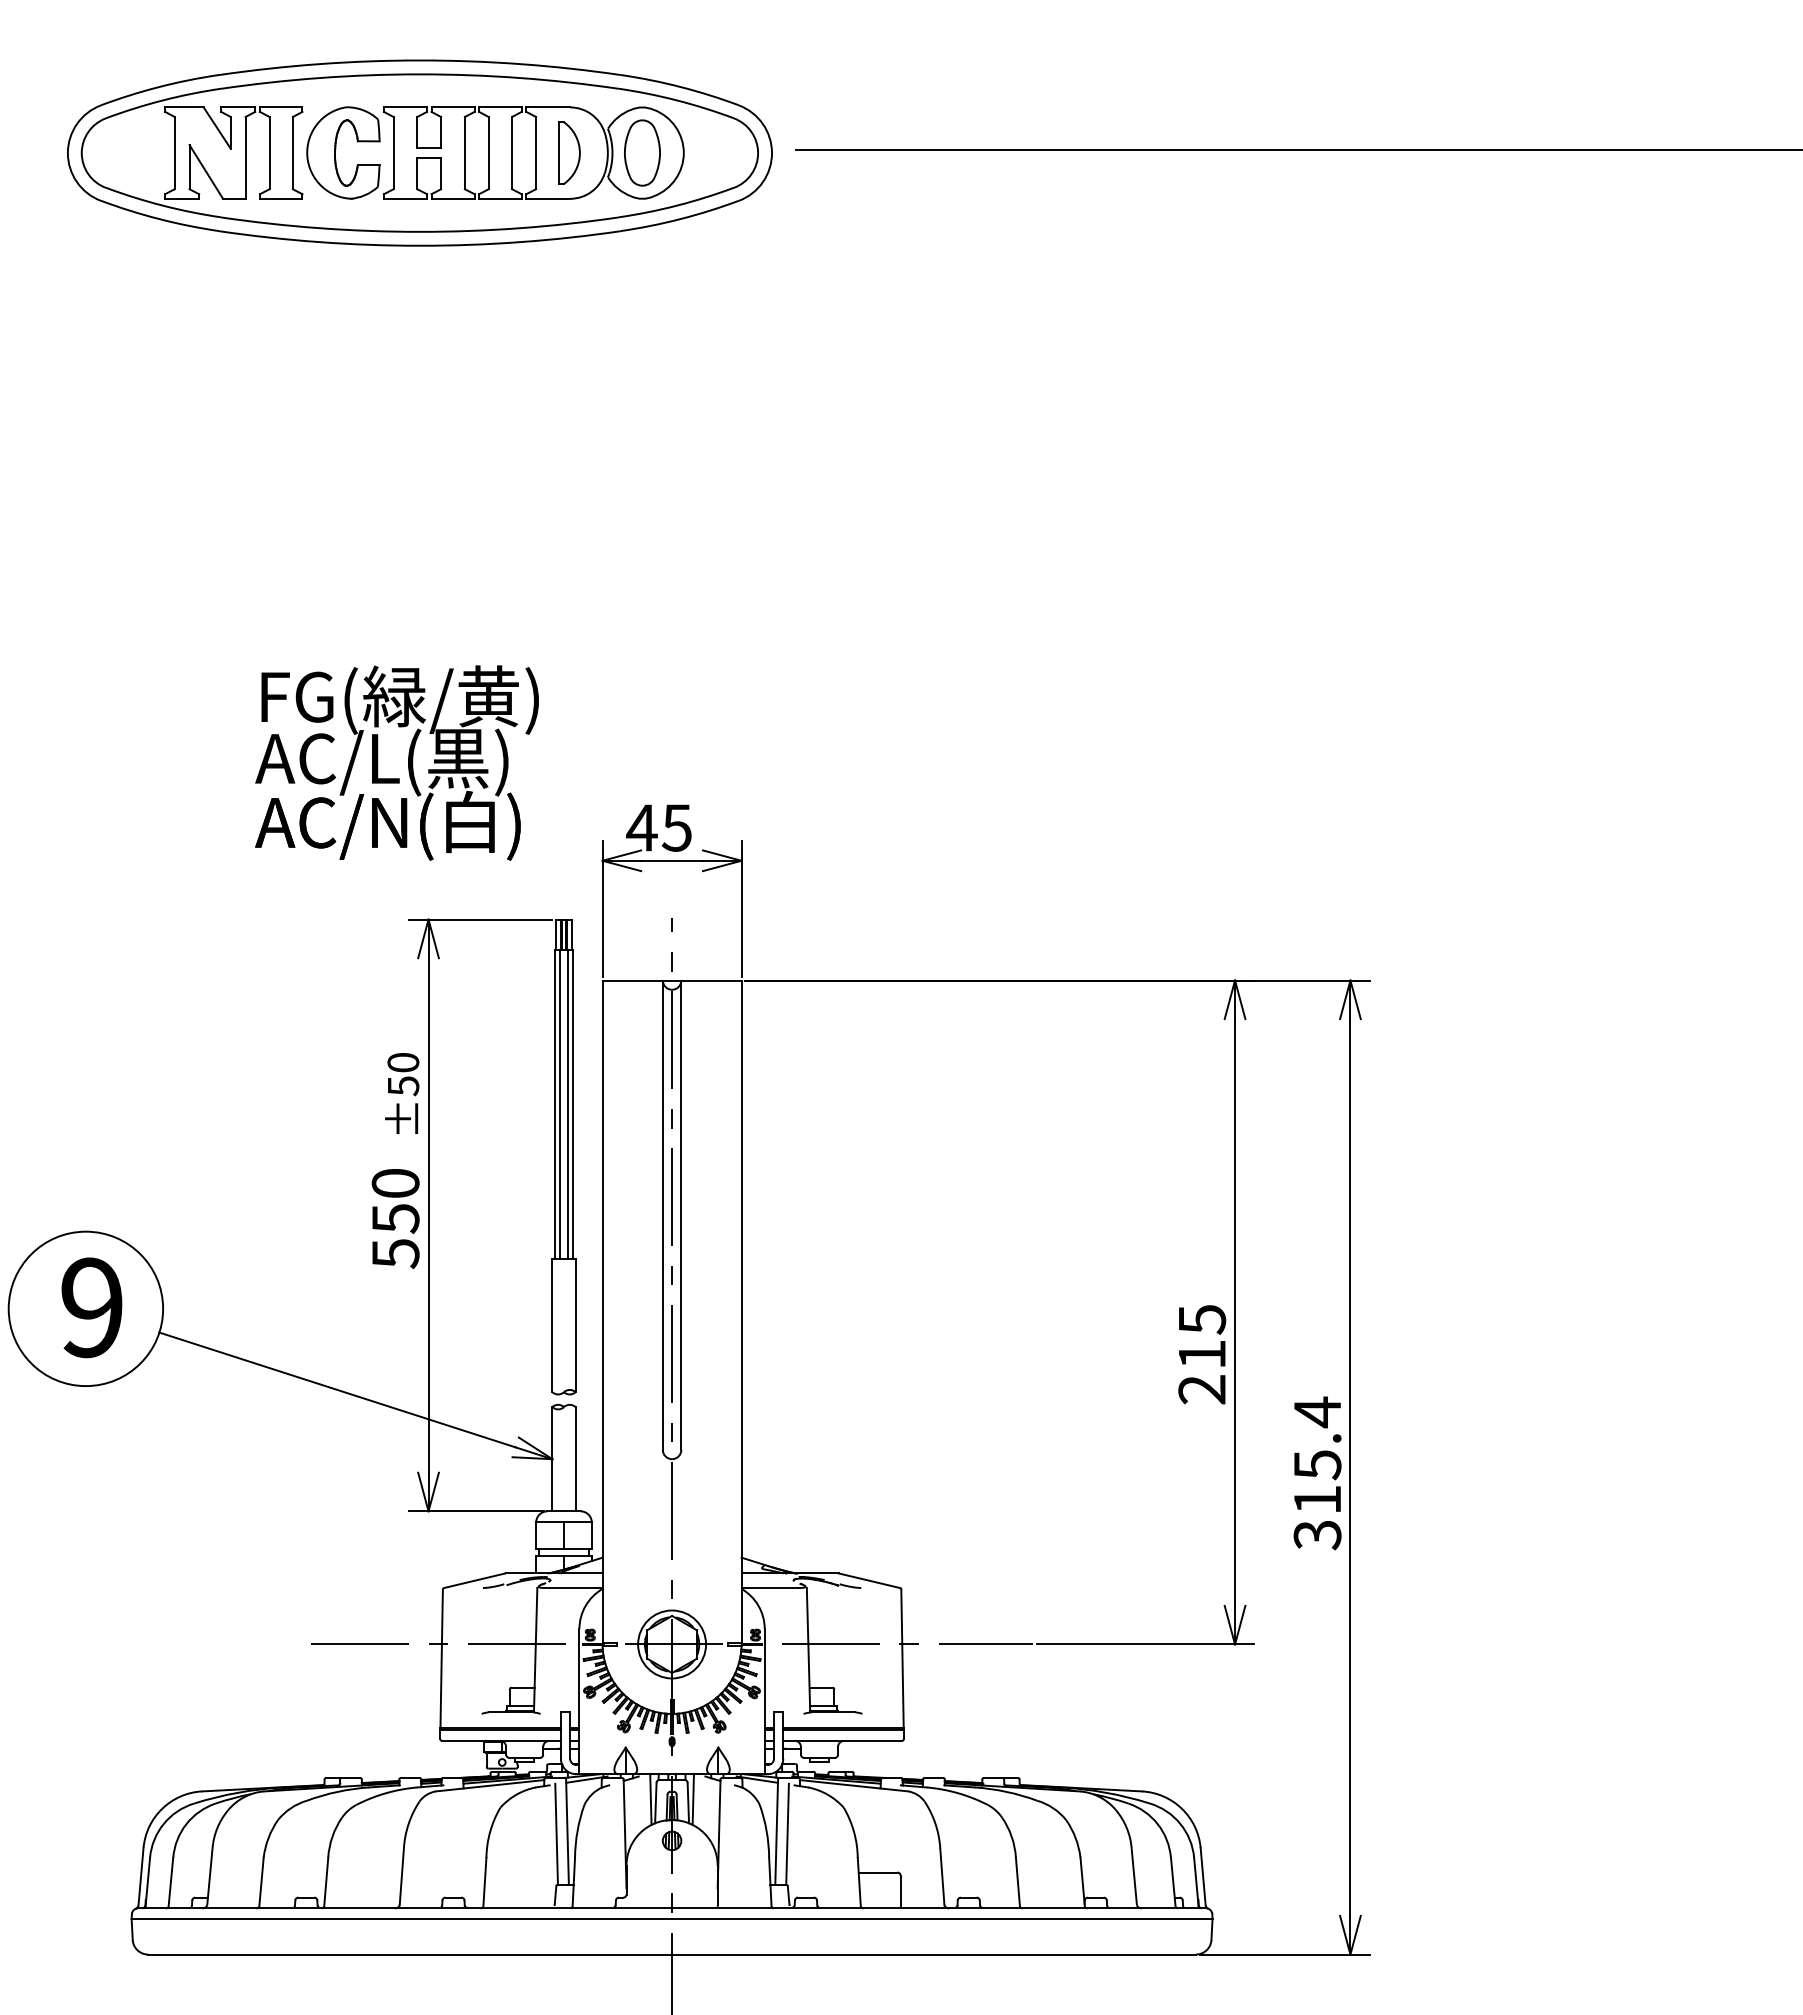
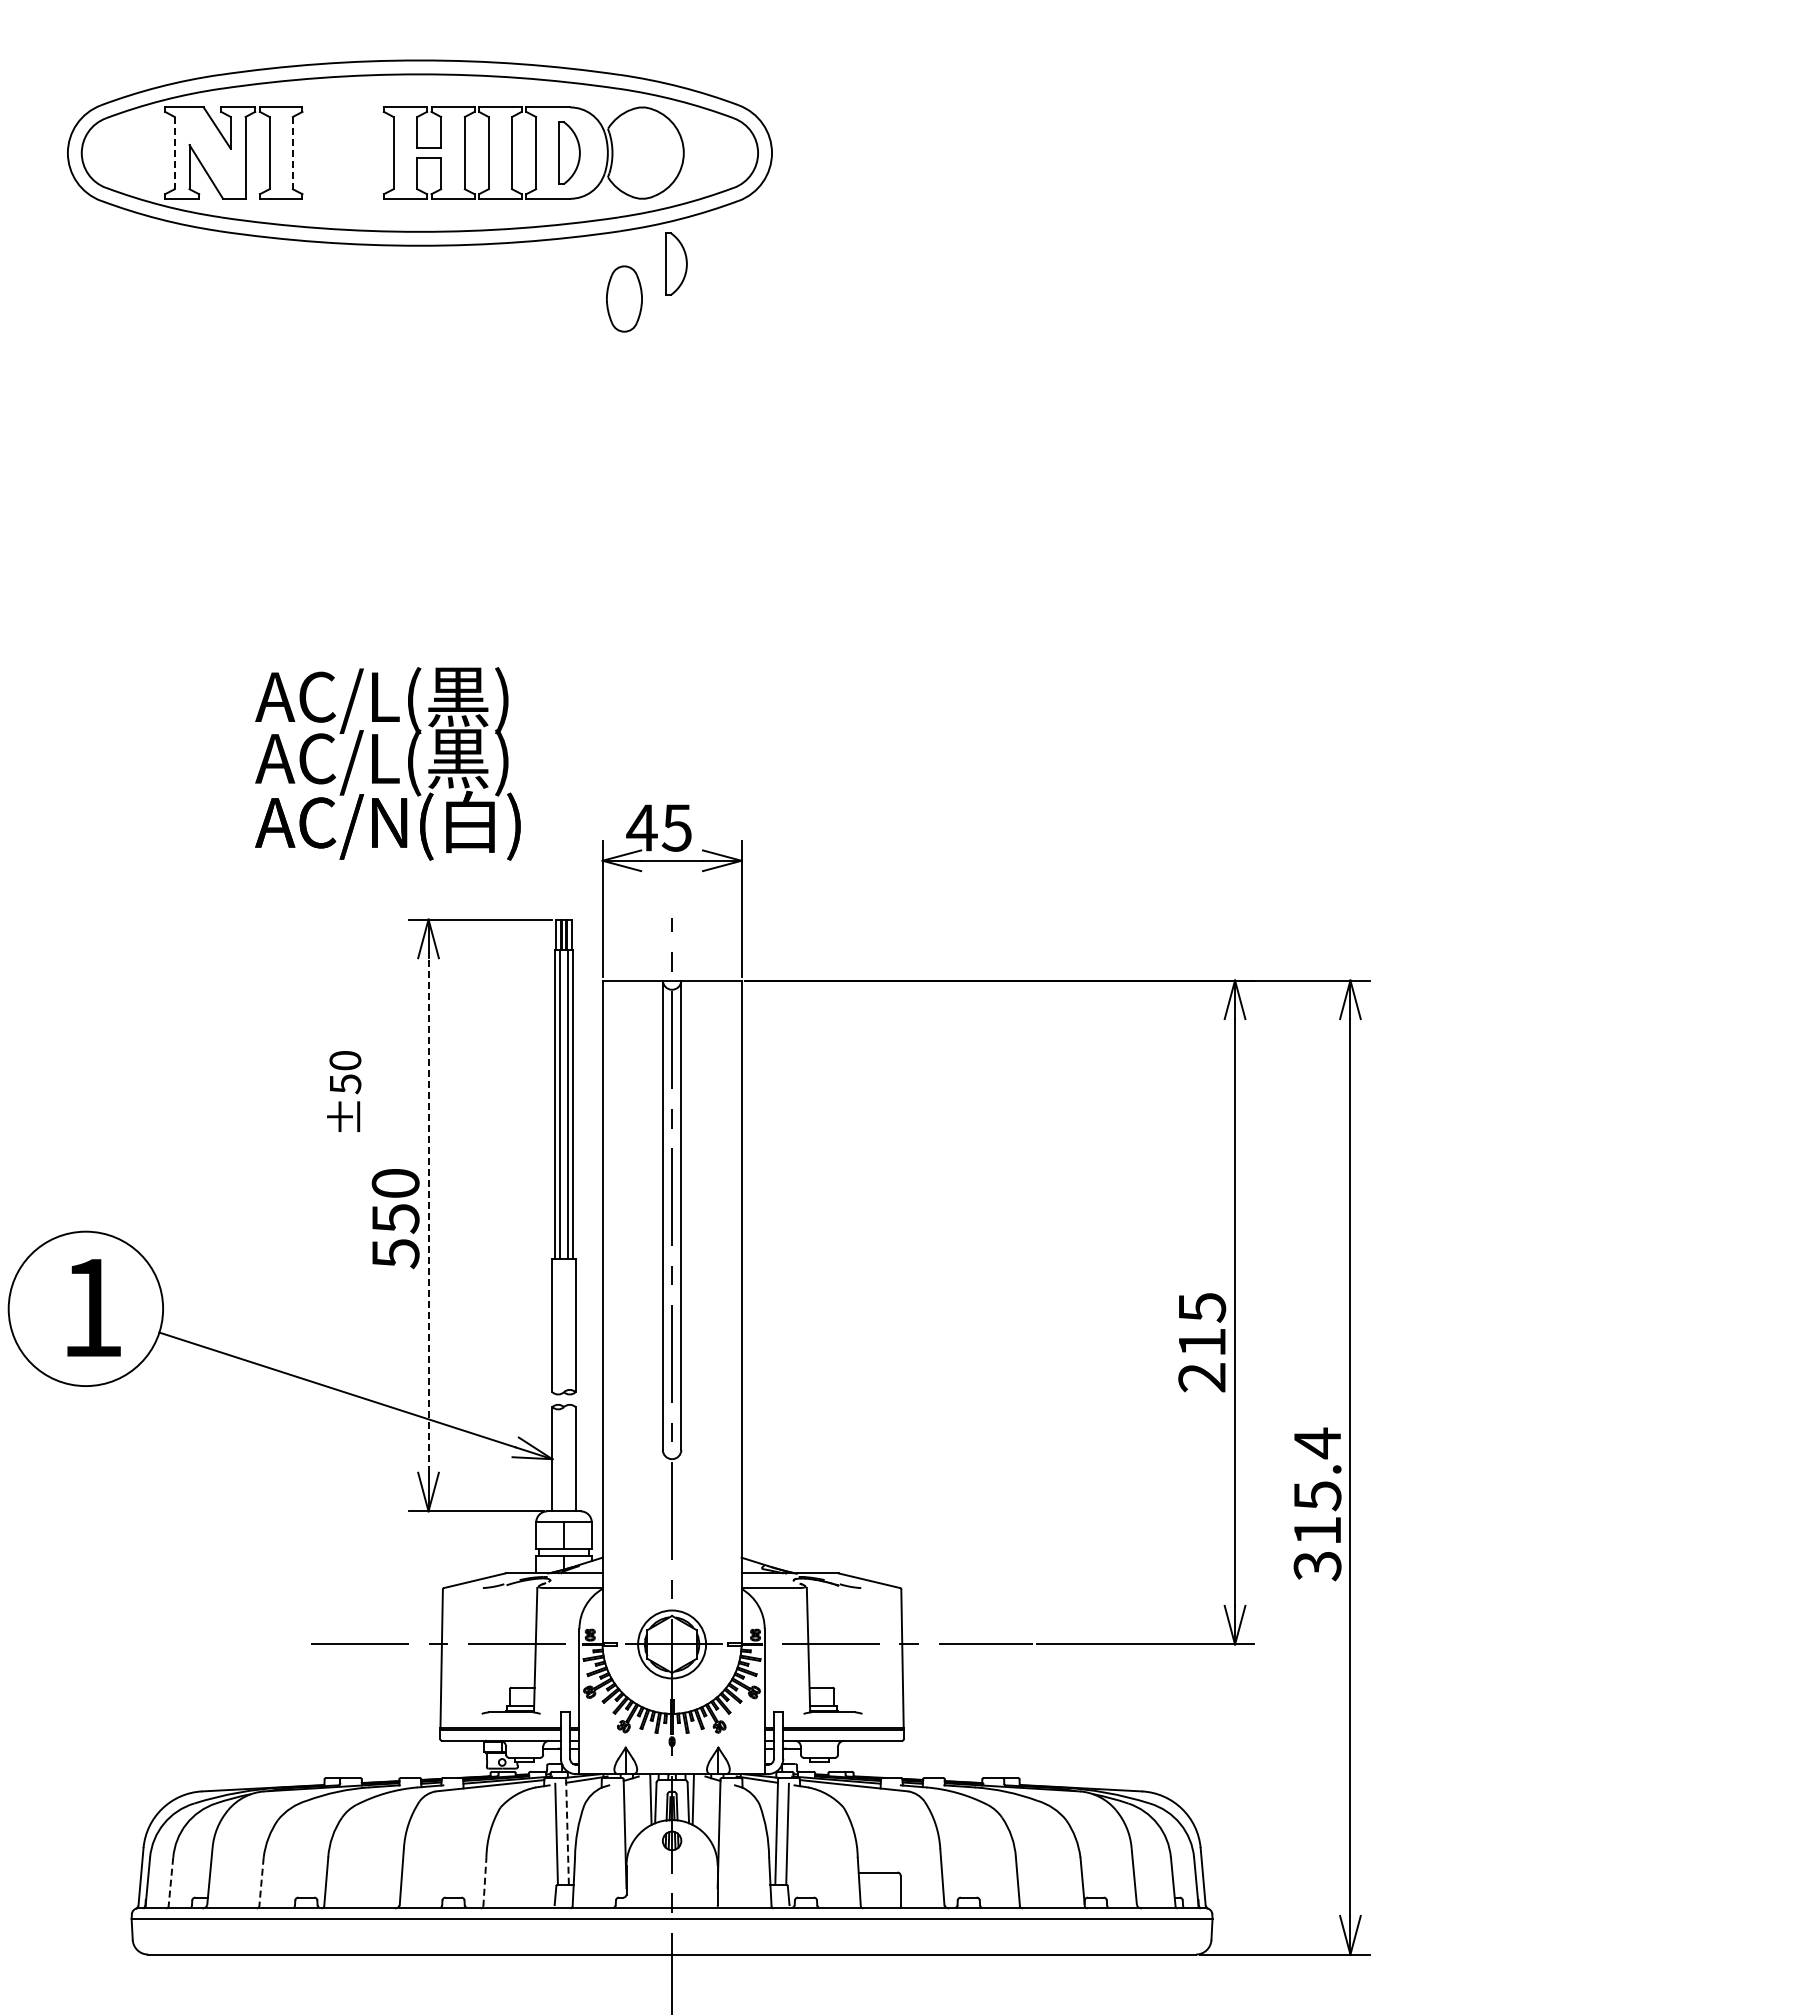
part at (336, 149): present -> none
line at (1297, 149): present -> none
part at (642, 152) position: (642, 152) -> (624, 298)
line at (174, 153): solid -> dashed
line at (292, 153): solid -> dashed
part at (676, 263): none -> present
text at (396, 699): FG(緑/黄) -> AC/L(黒)
text at (402, 1093) position: (402, 1093) -> (344, 1091)
line at (428, 1214): solid -> dashed
text at (91, 1307): 9 -> 1
text at (1202, 1354) position: (1202, 1354) -> (1202, 1342)
text at (1317, 1473) position: (1317, 1473) -> (1317, 1504)
line at (567, 1832): solid -> dashed
line at (484, 1881): solid -> dashed
line at (170, 1882): solid -> dashed
line at (261, 1882): solid -> dashed
